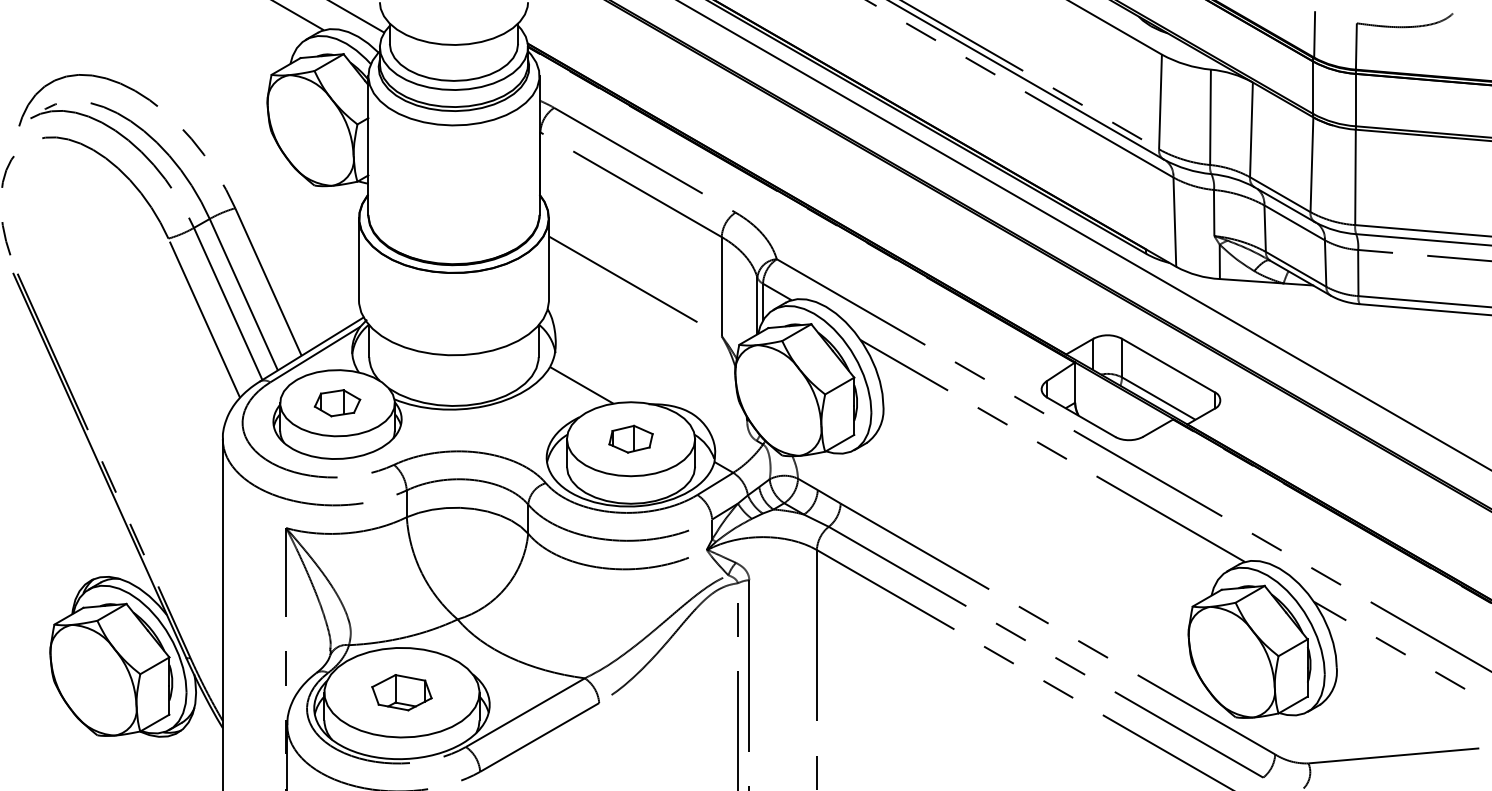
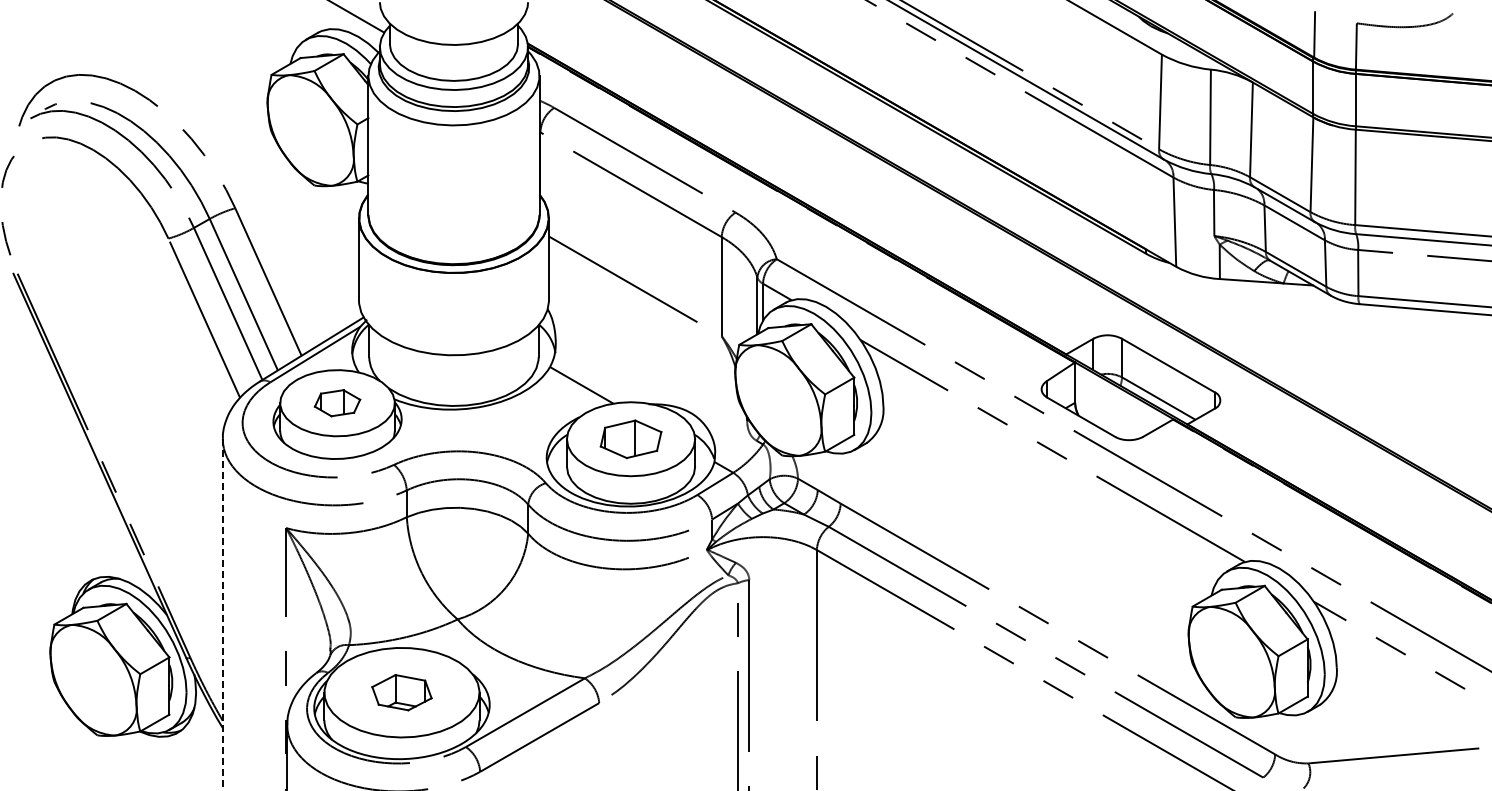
line at (299, 16): present -> none
line at (1084, 235): present -> none
part at (630, 438) size: 46x30 px -> 64x41 px
line at (222, 615): solid -> dashed
